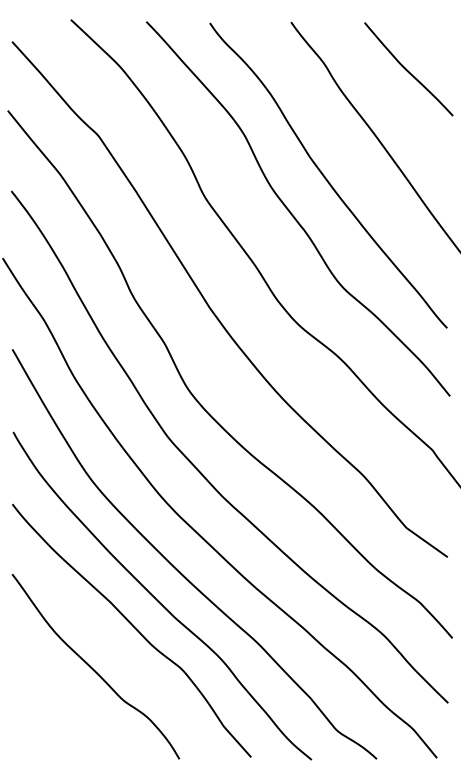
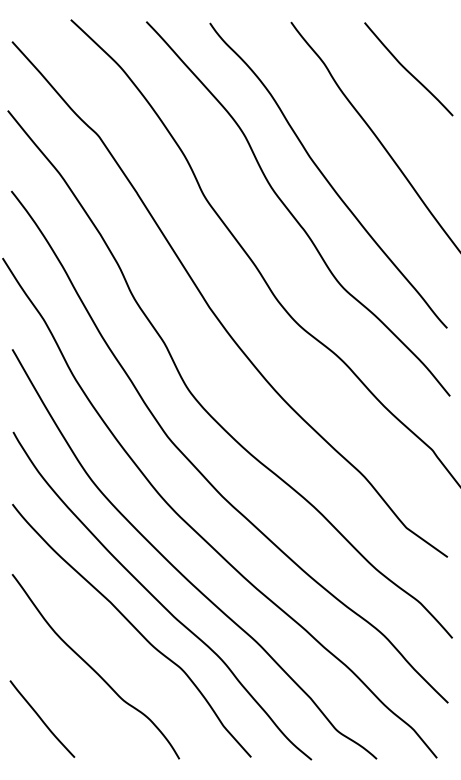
curve at (41, 718): none -> present
